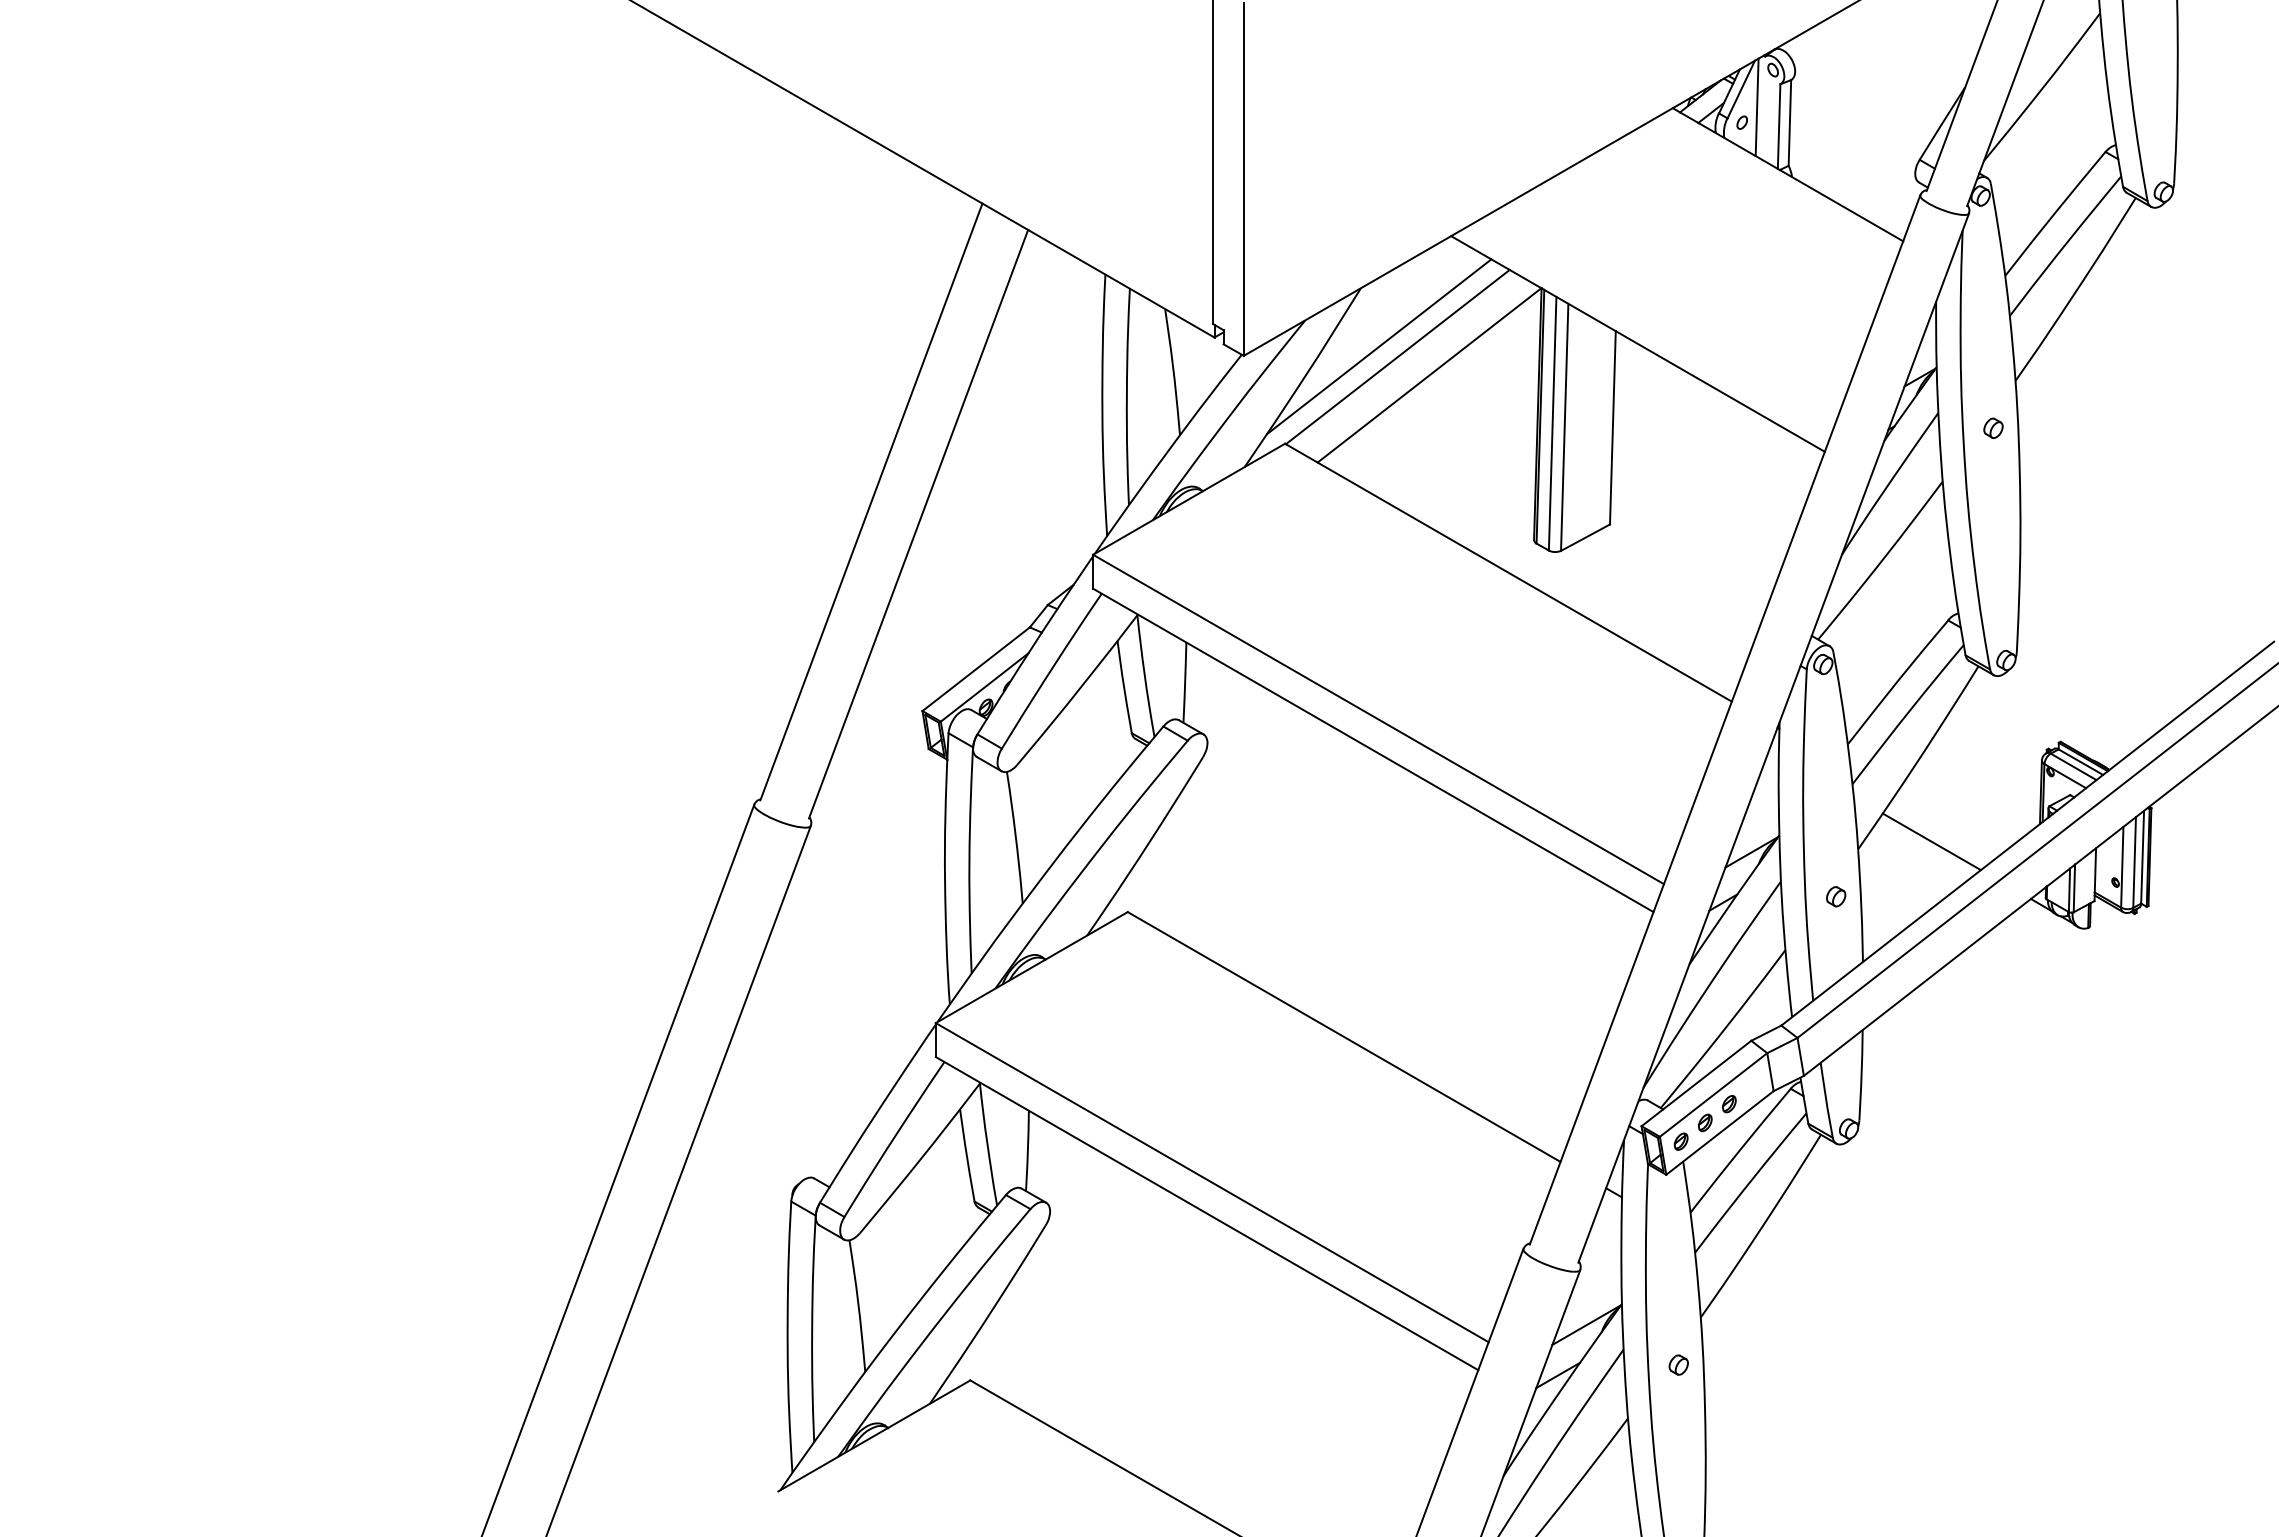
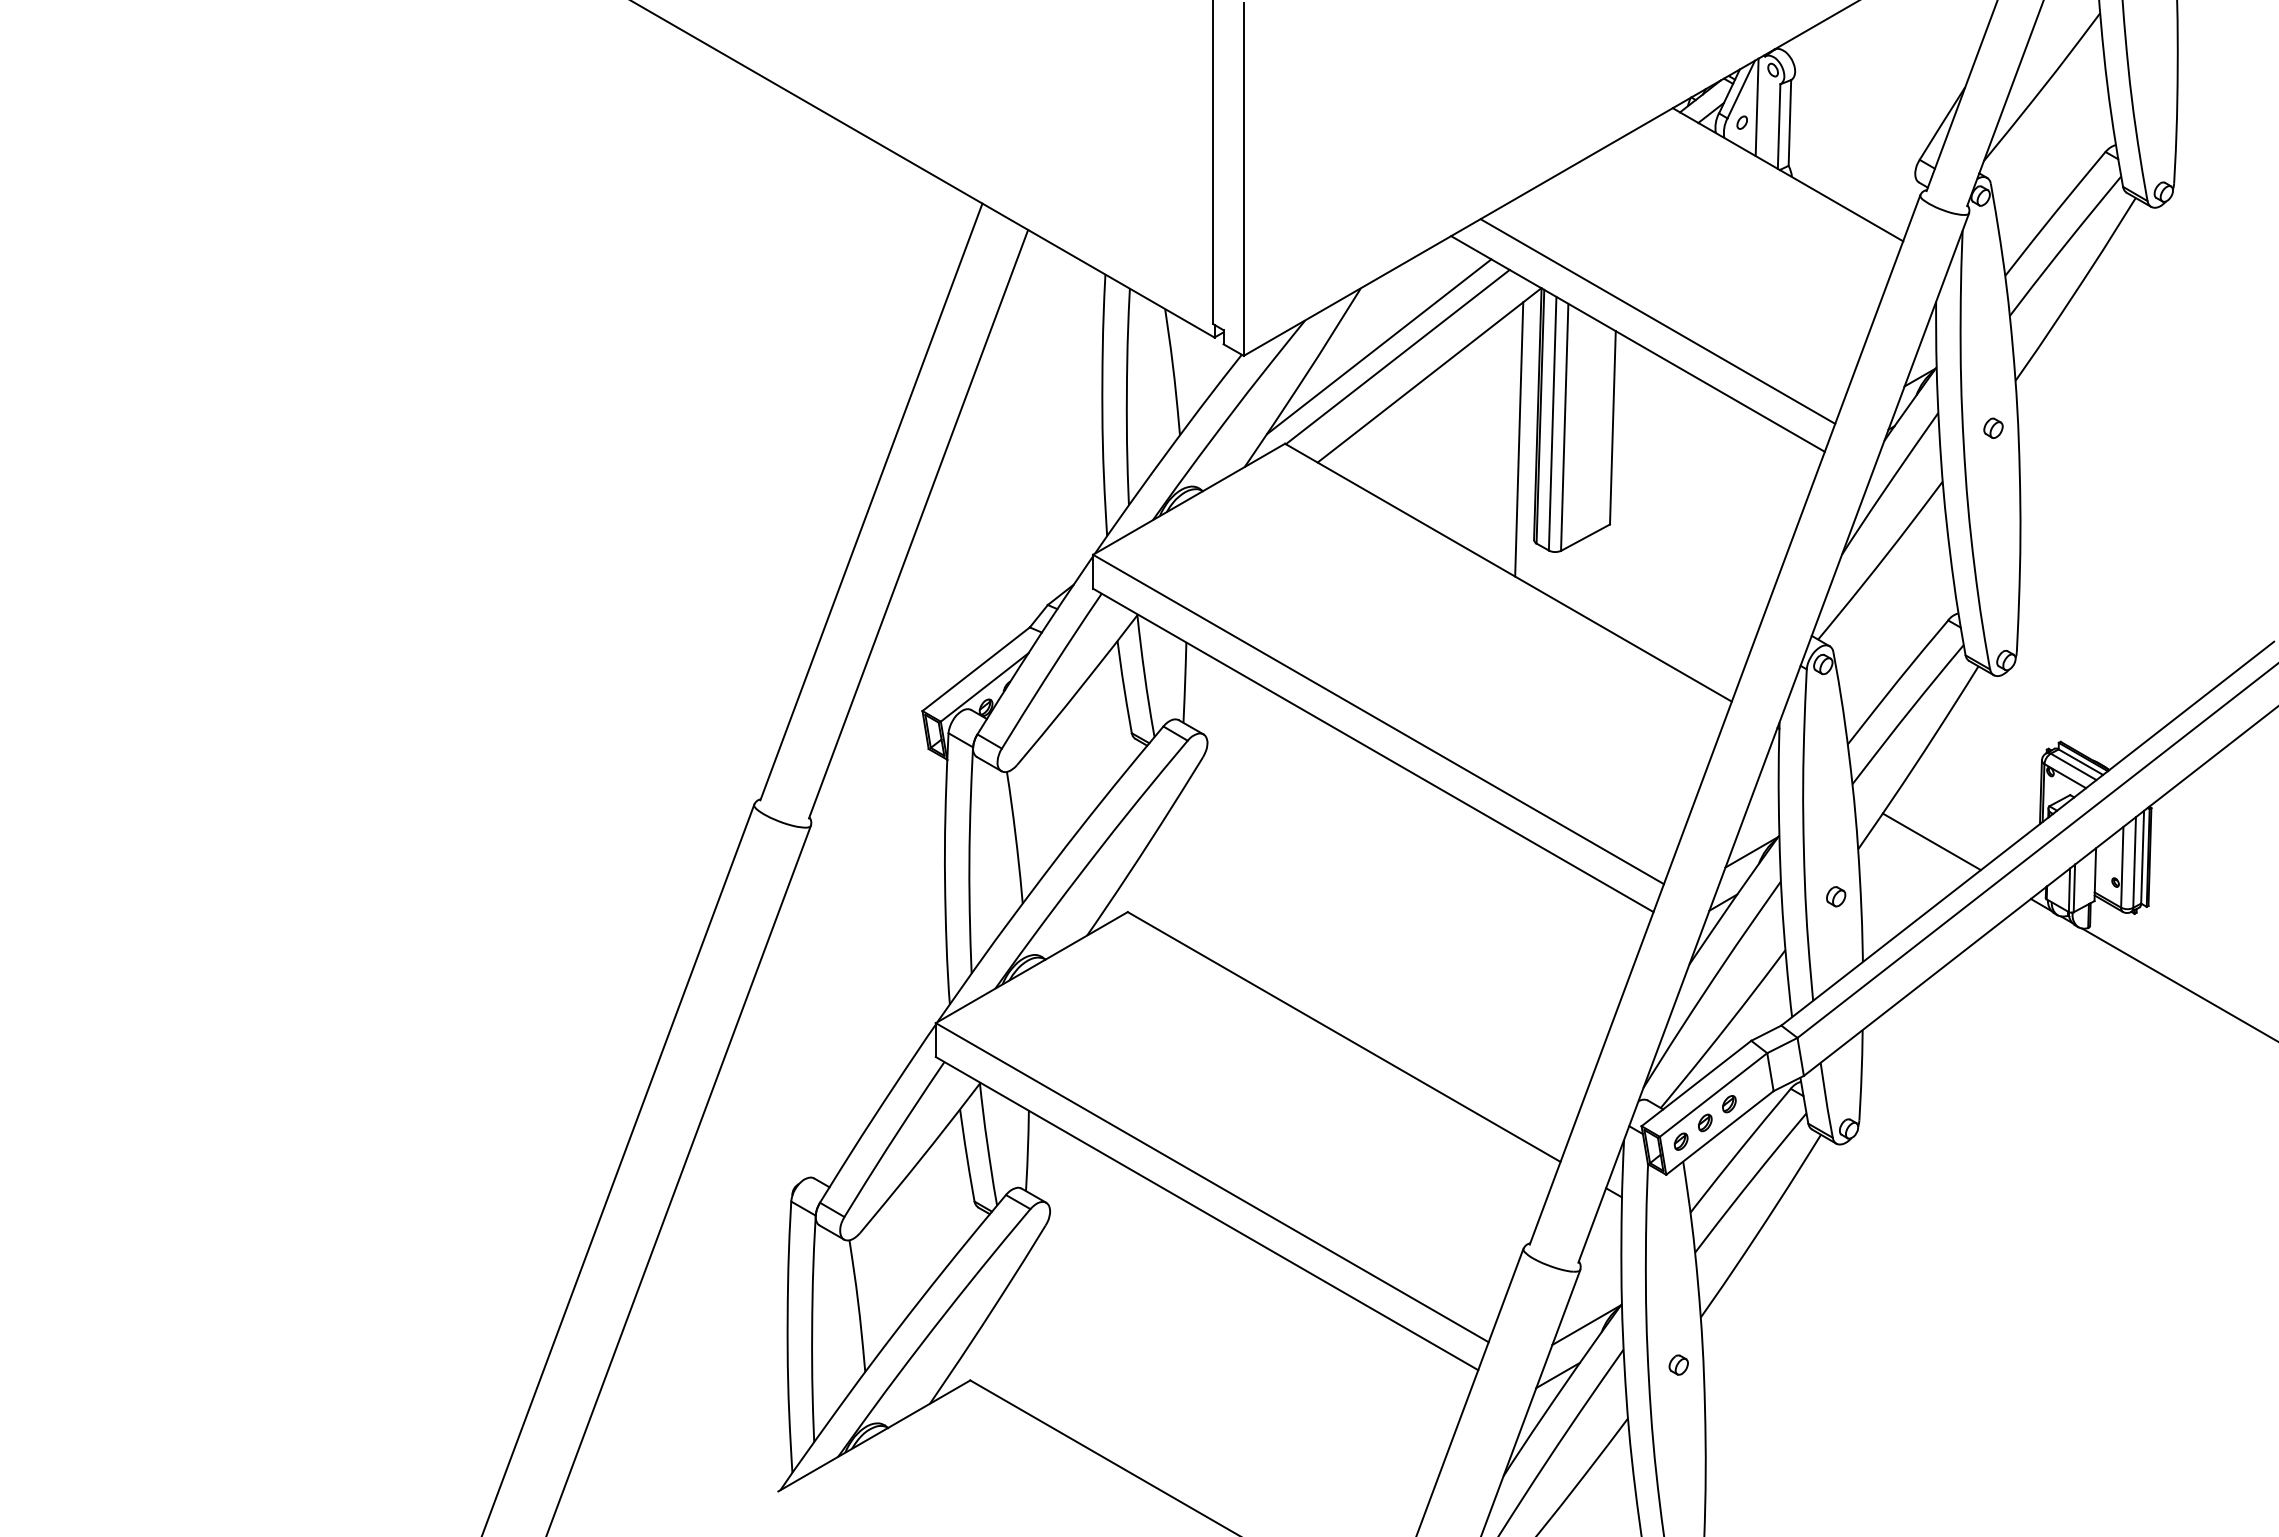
line at (1657, 321): none -> present
line at (1519, 439): none -> present
line at (2178, 984): none -> present
